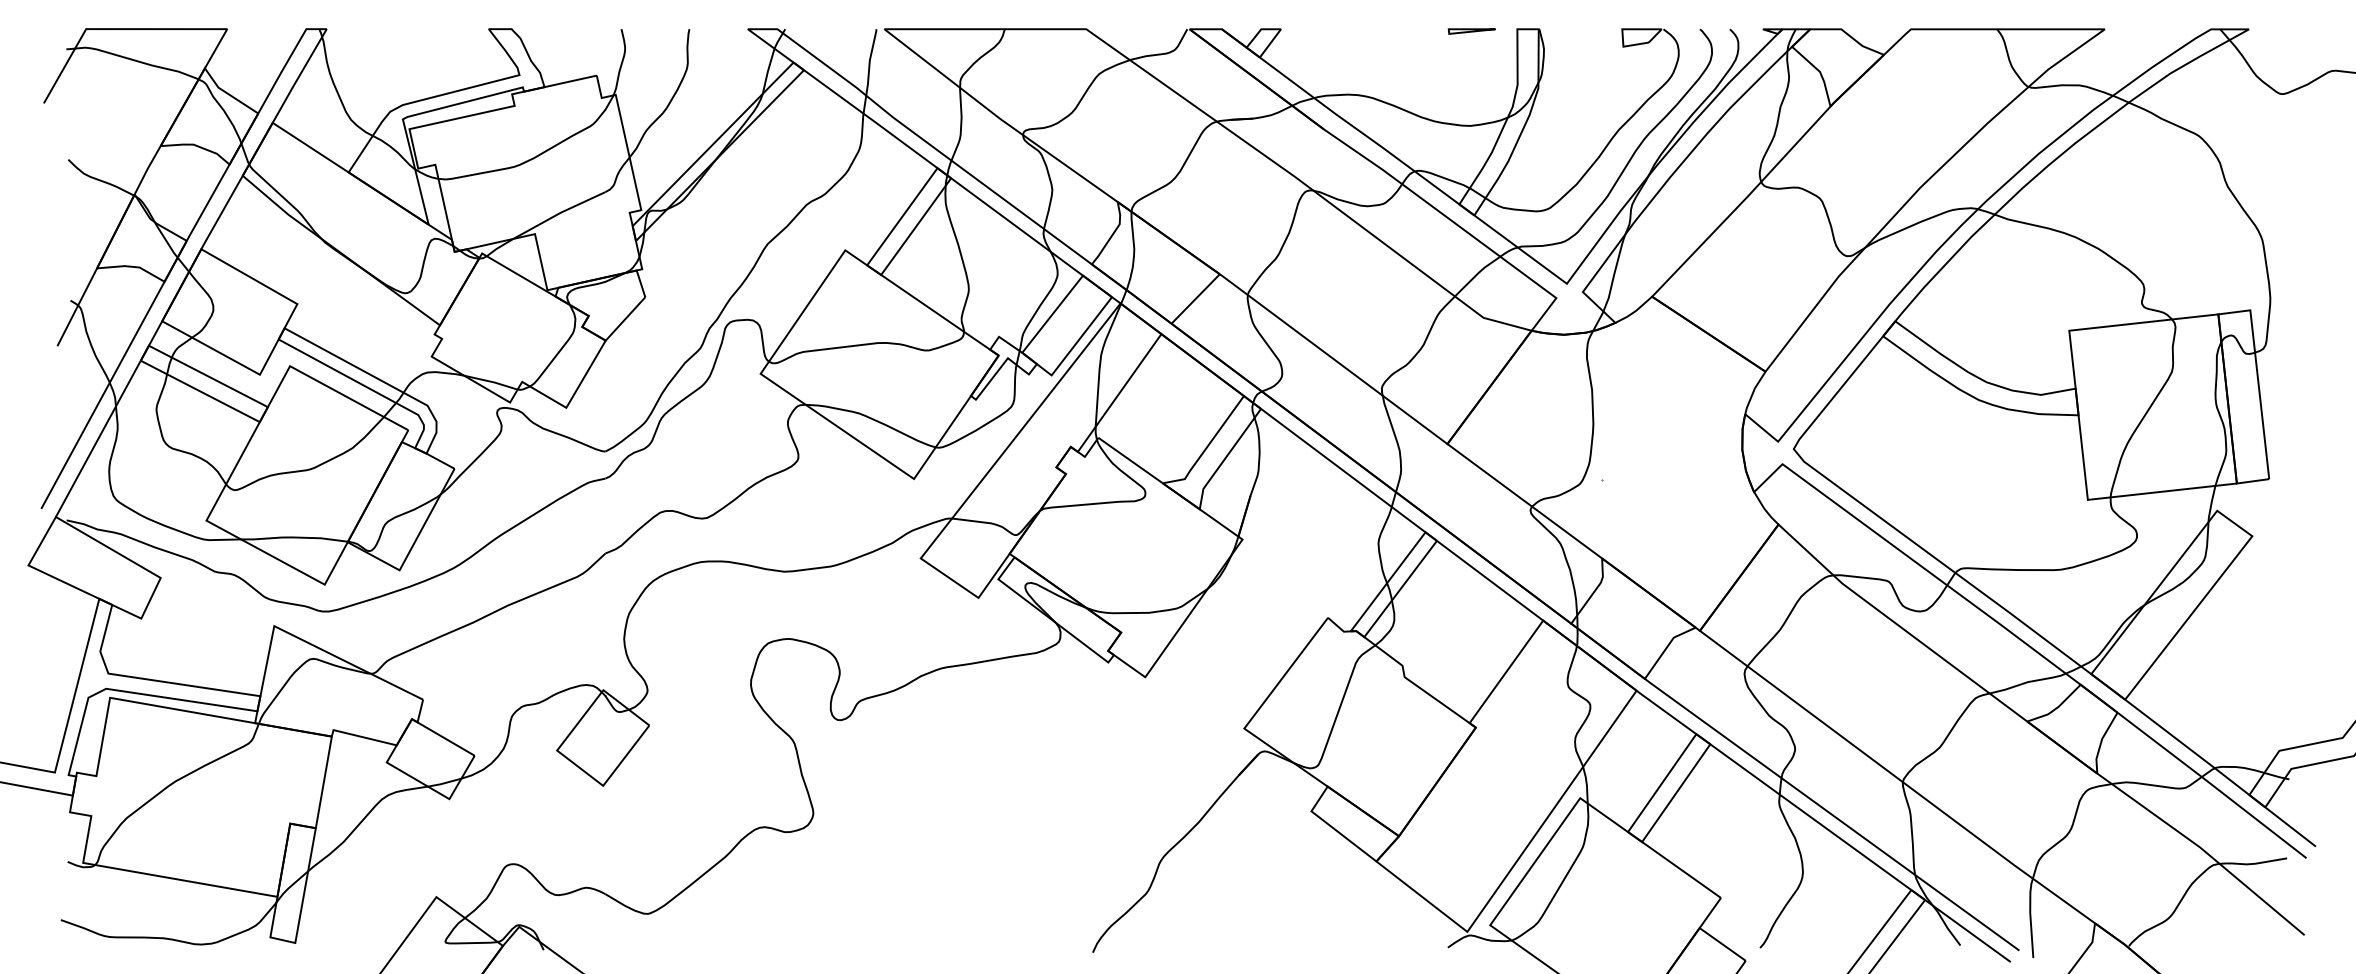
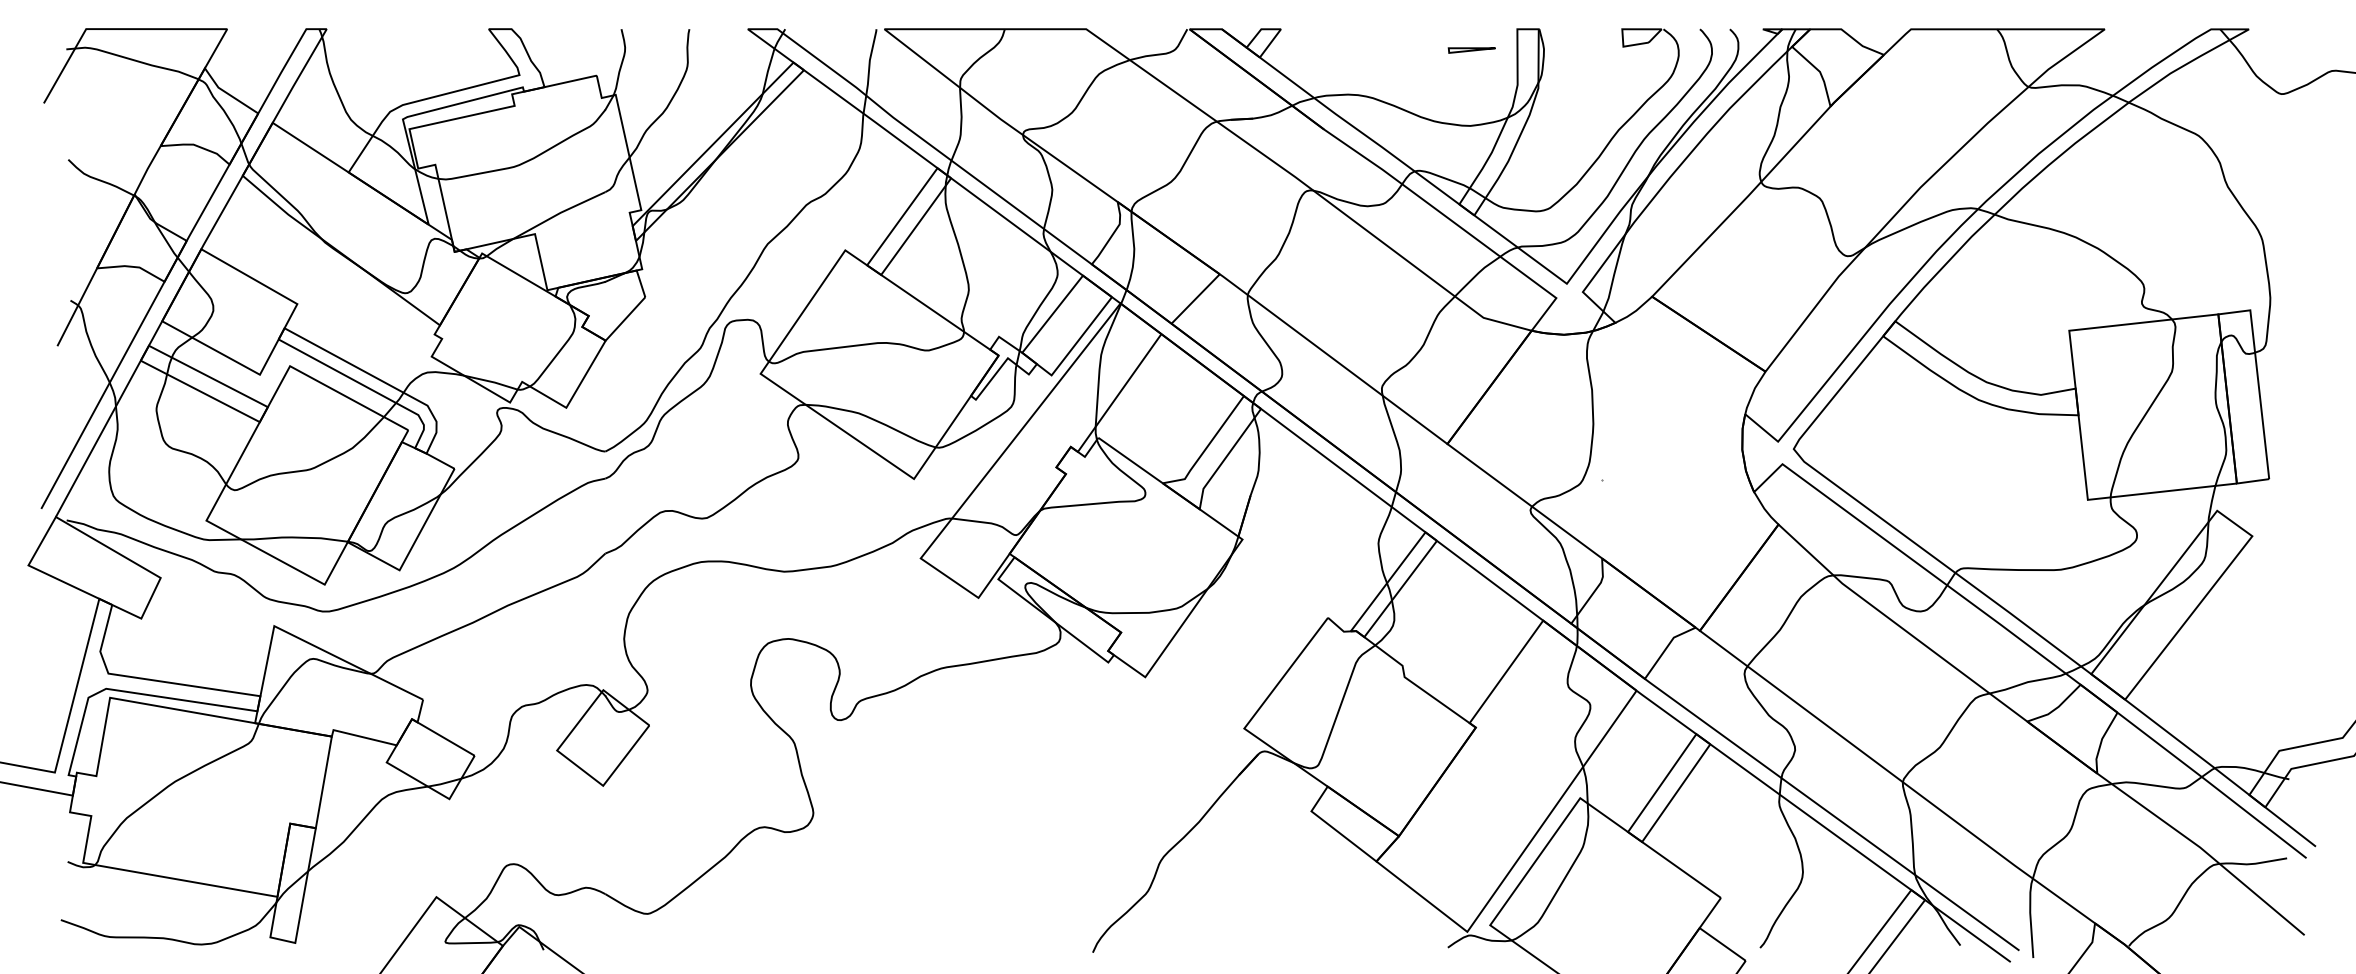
part at (1471, 31) position: (1471, 31) -> (1471, 50)
